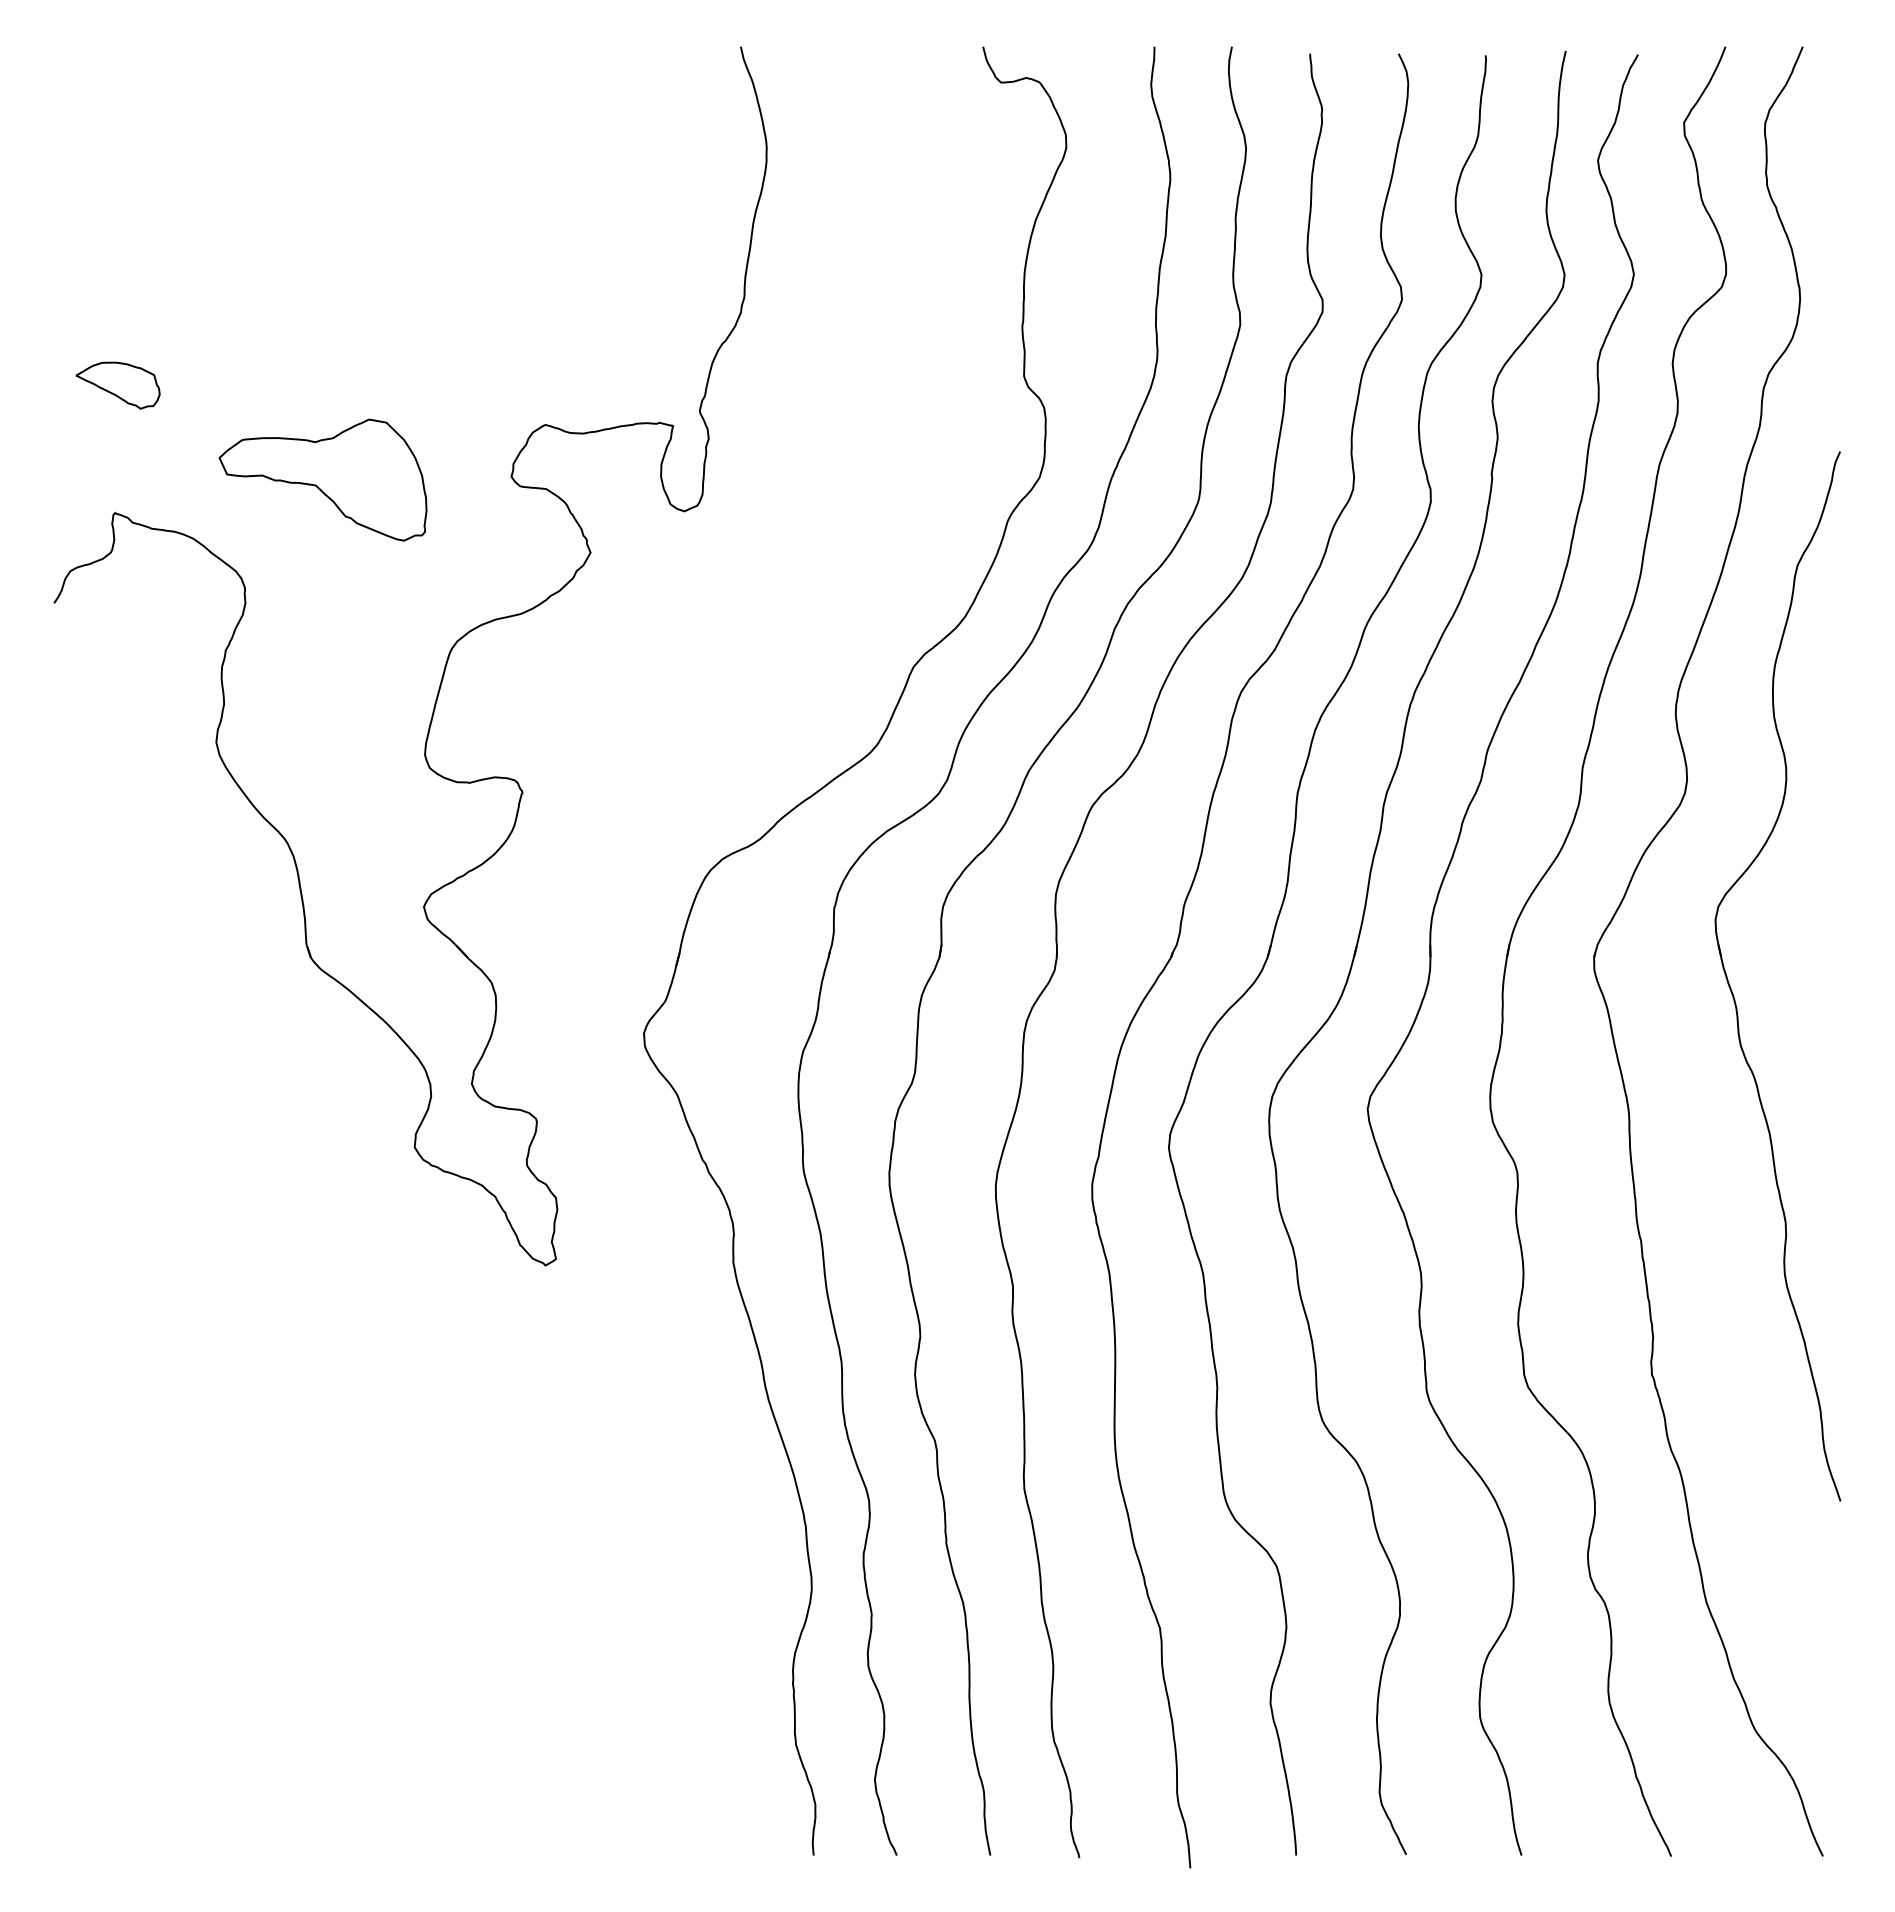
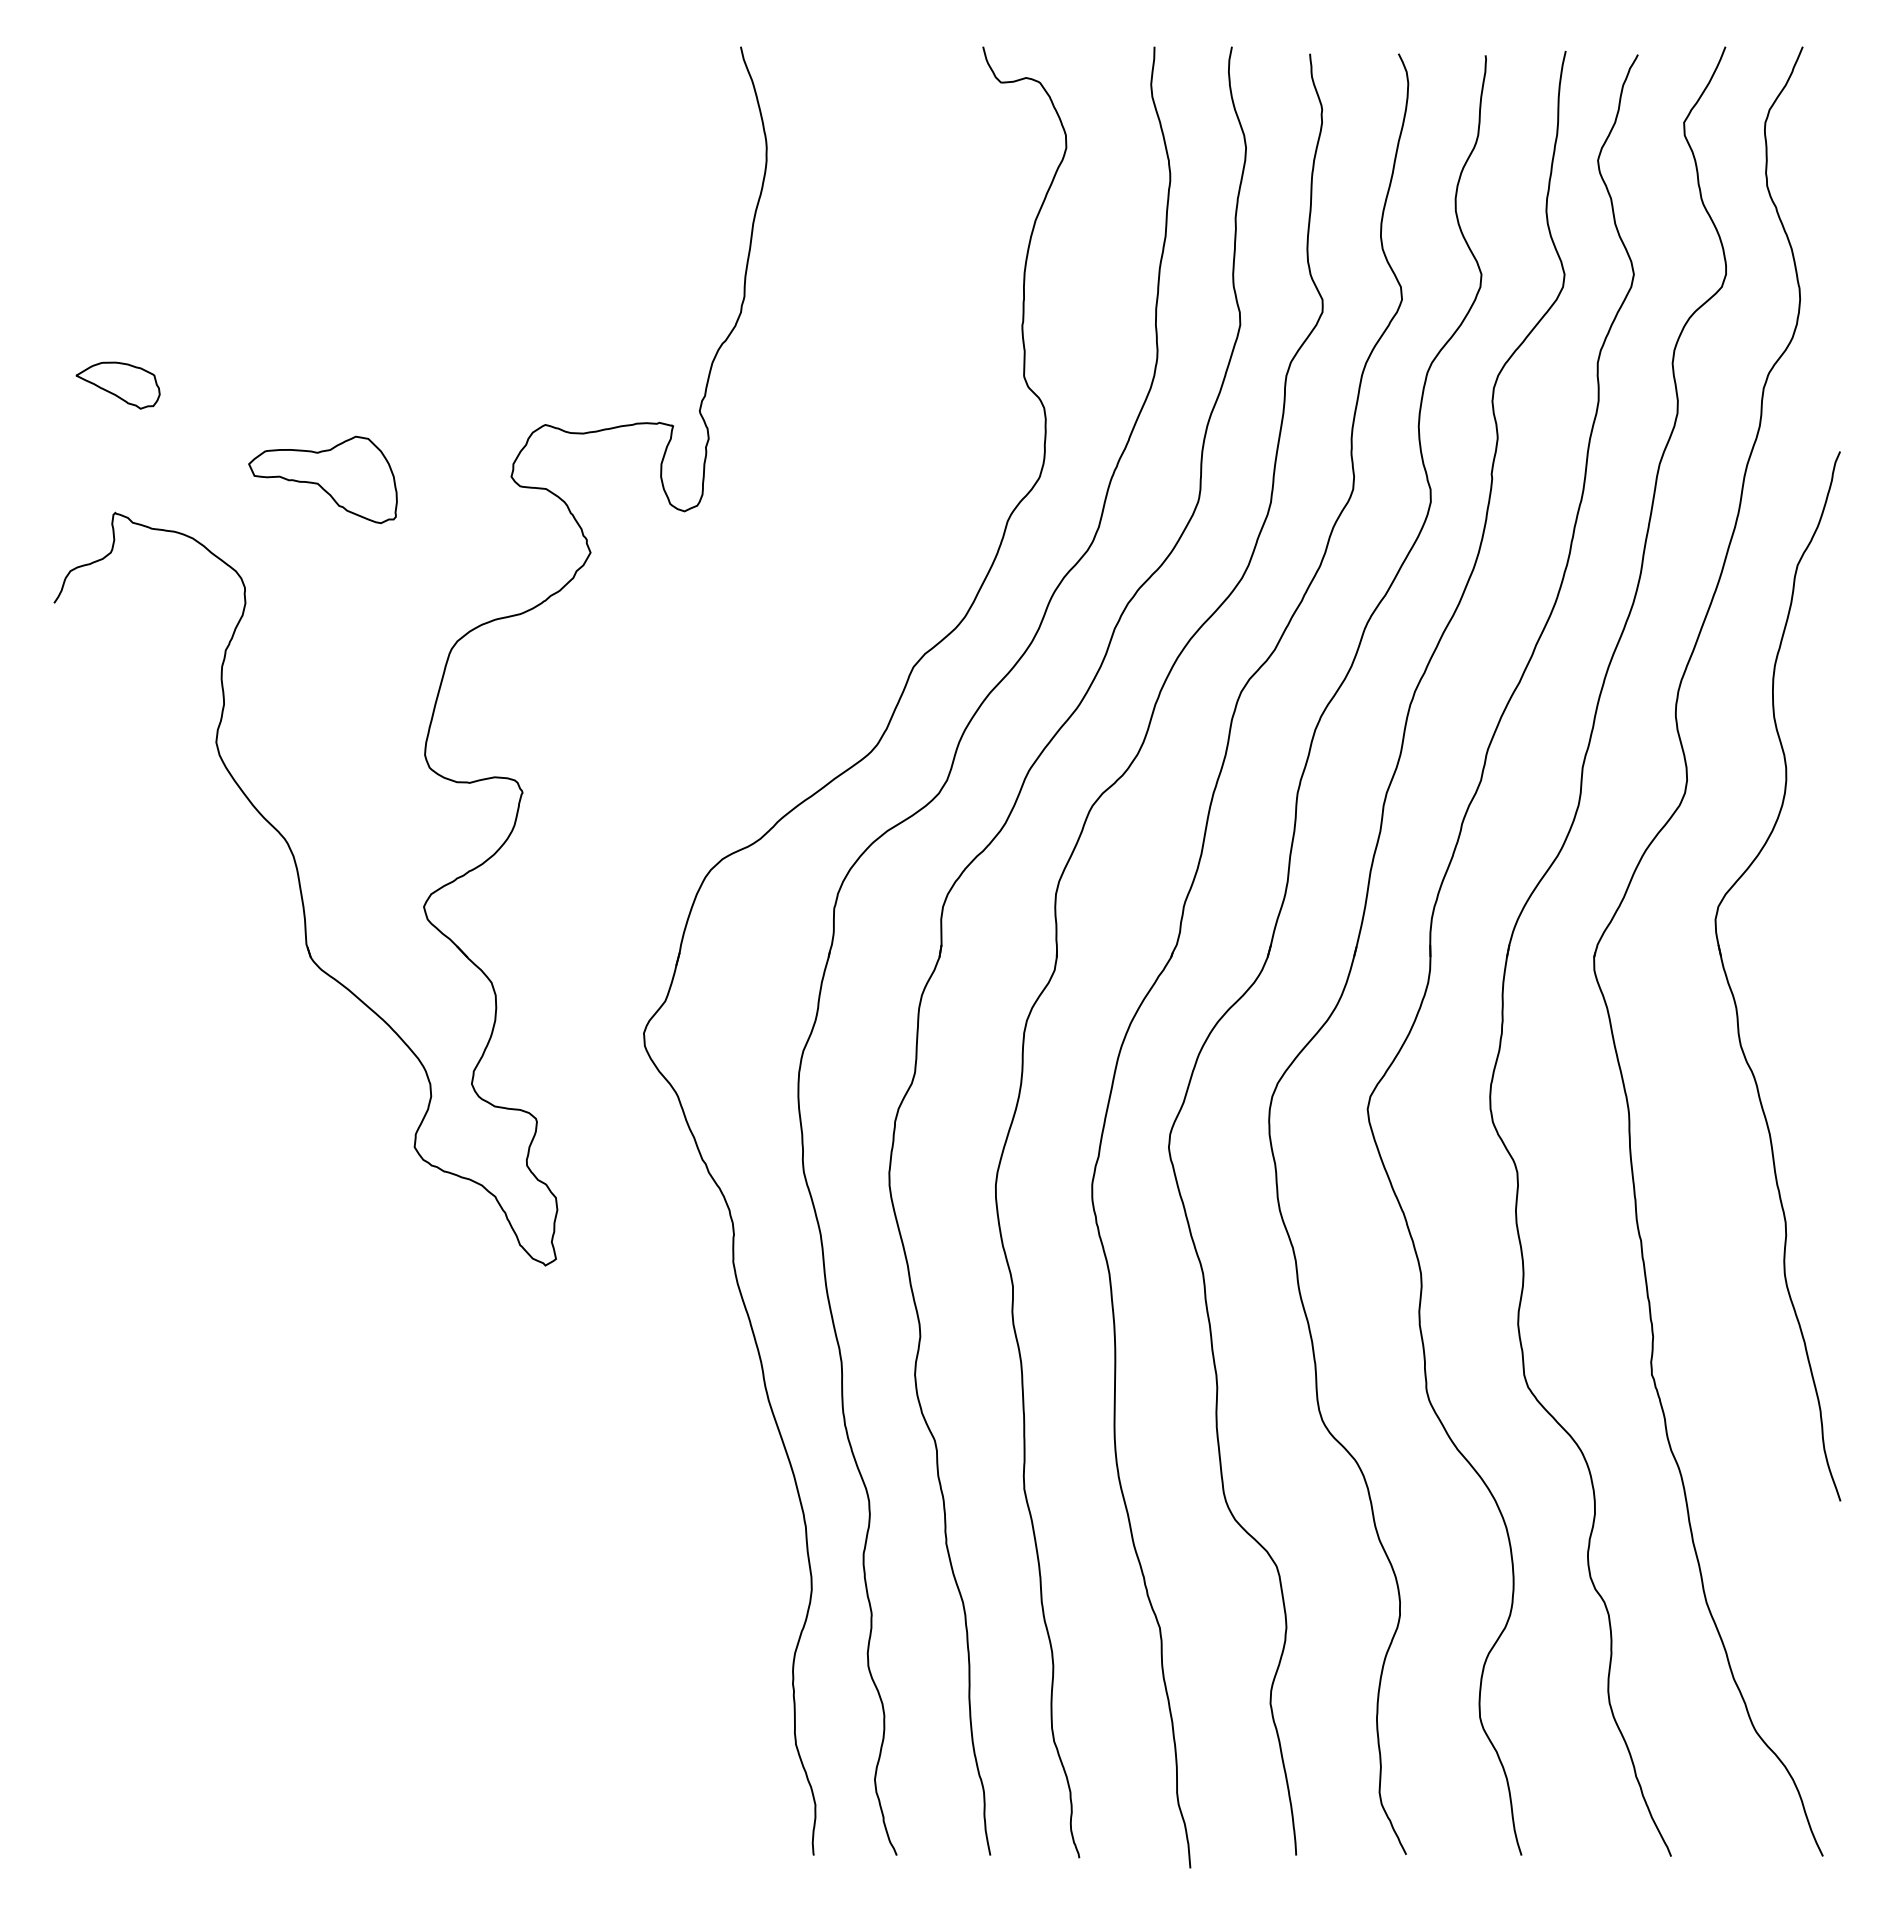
part at (322, 479) size: 210x124 px -> 150x89 px
